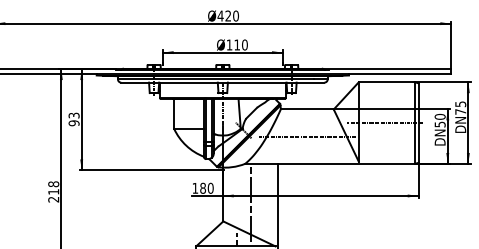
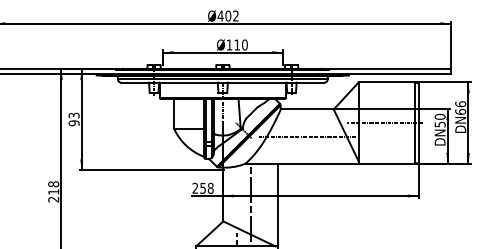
text at (231, 15): 420 -> 402
text at (460, 107): 75 -> 66
text at (202, 187): 180 -> 258
